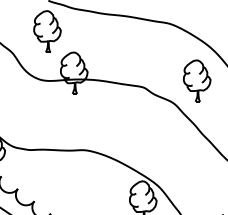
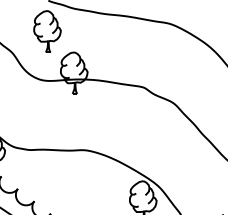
part at (197, 80): present -> none
